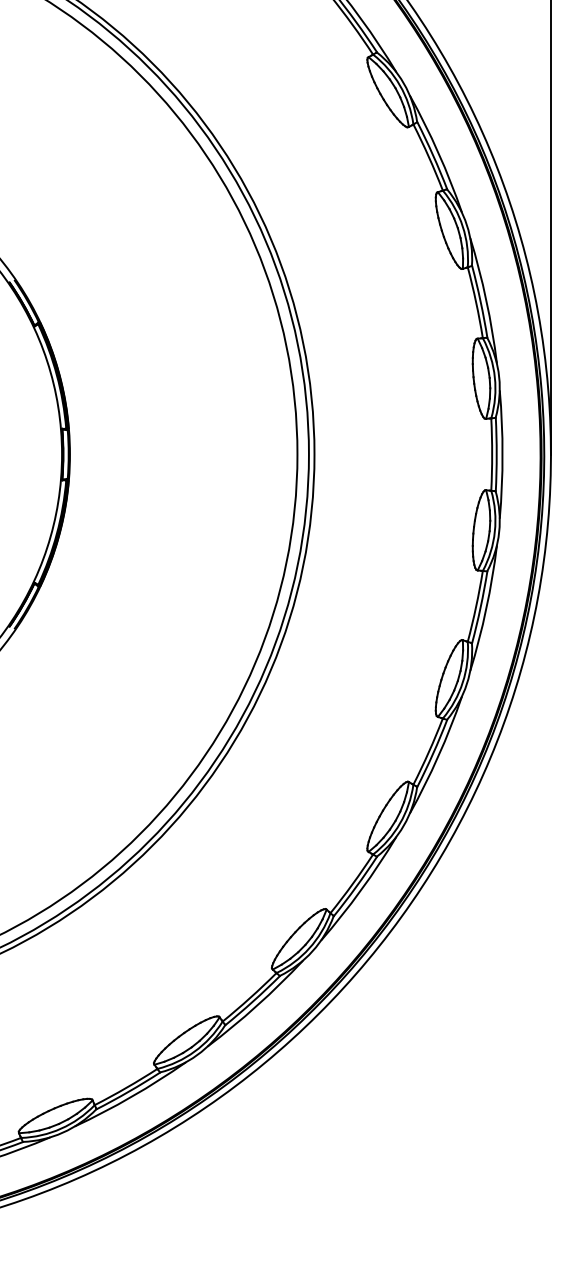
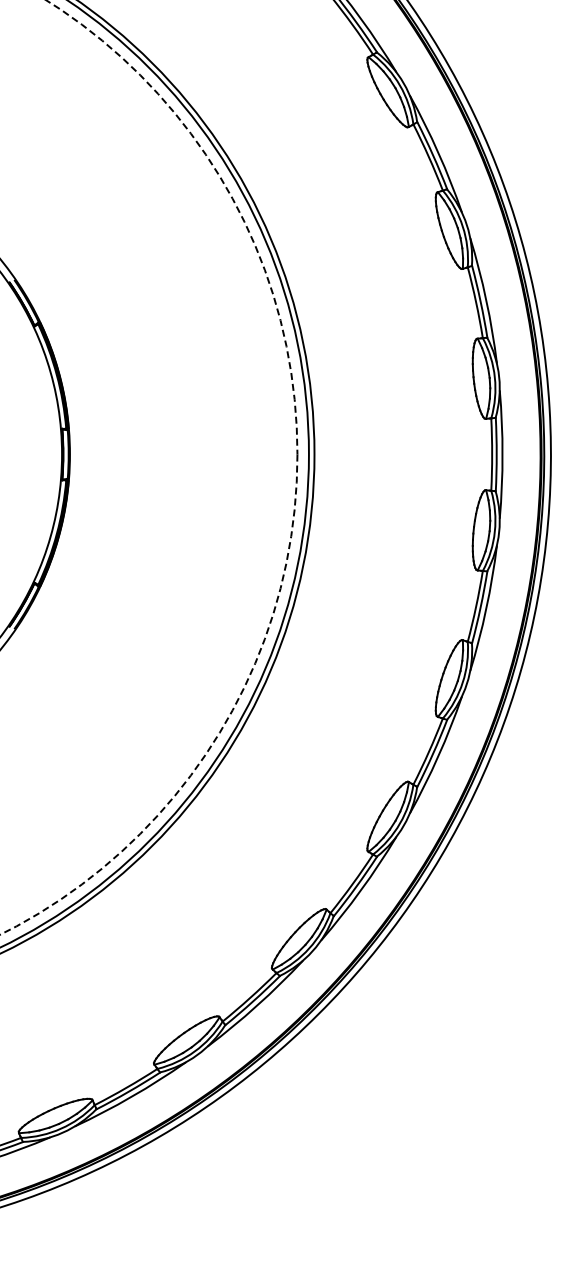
line at (550, 228): present -> none
circle at (148, 467): solid -> dashed
